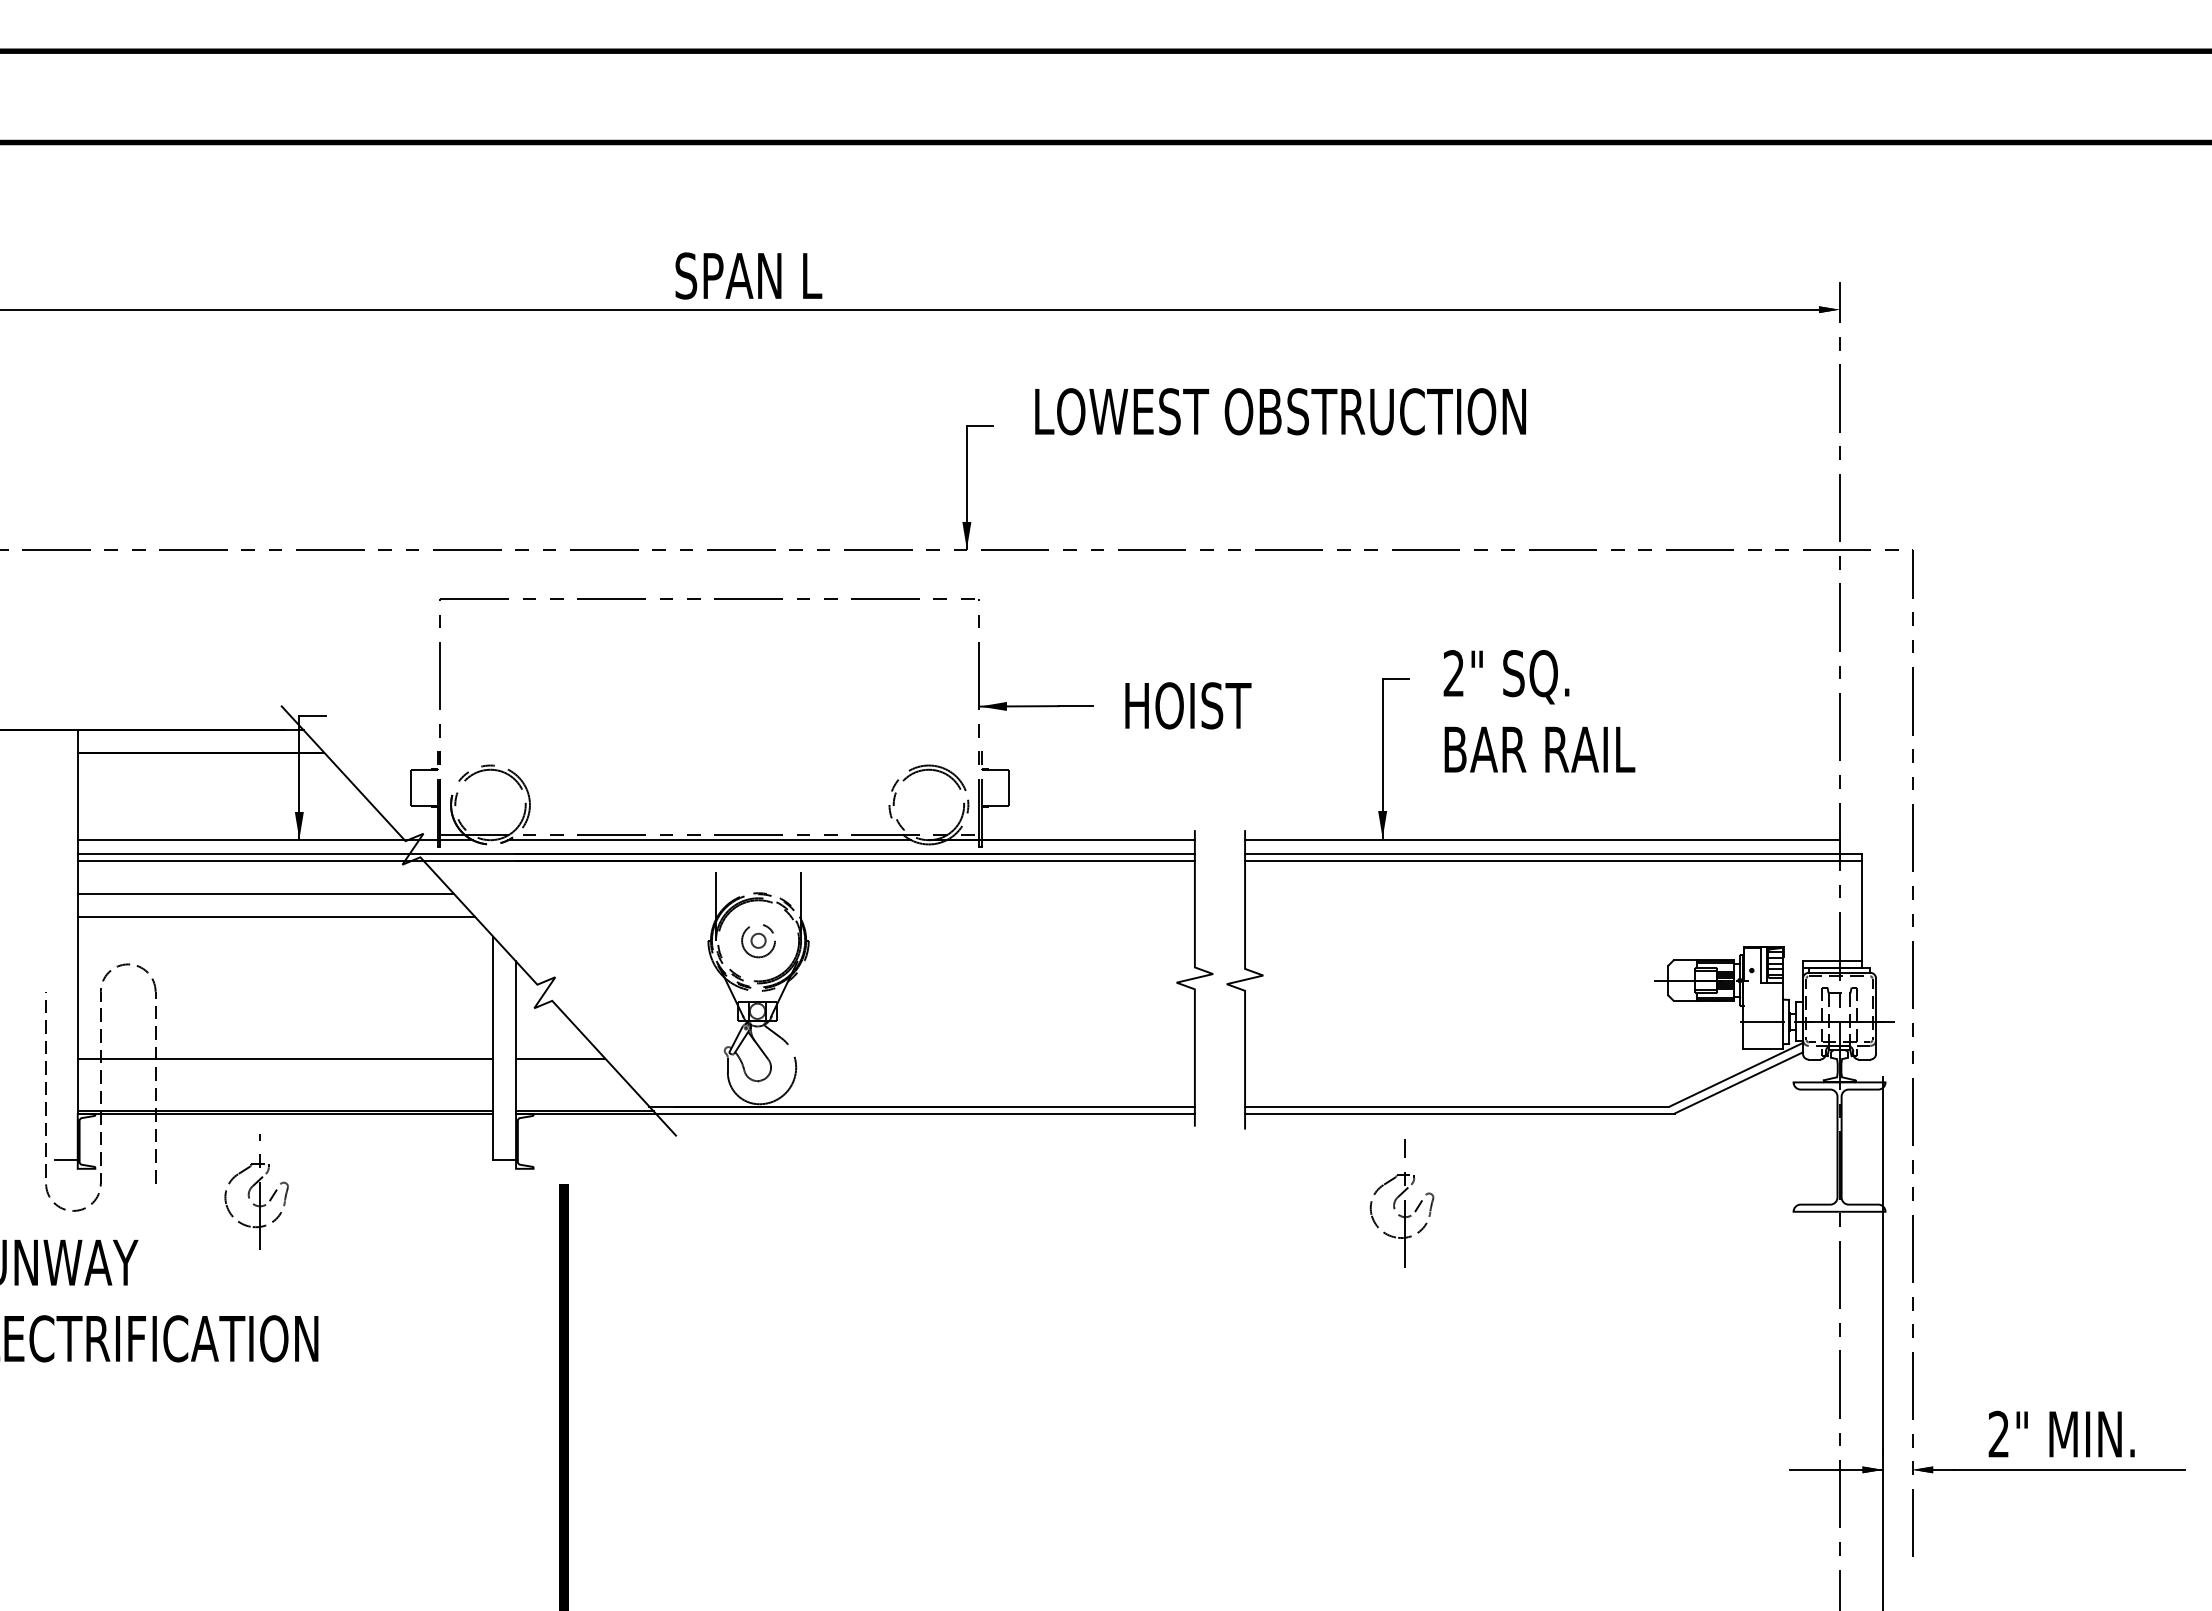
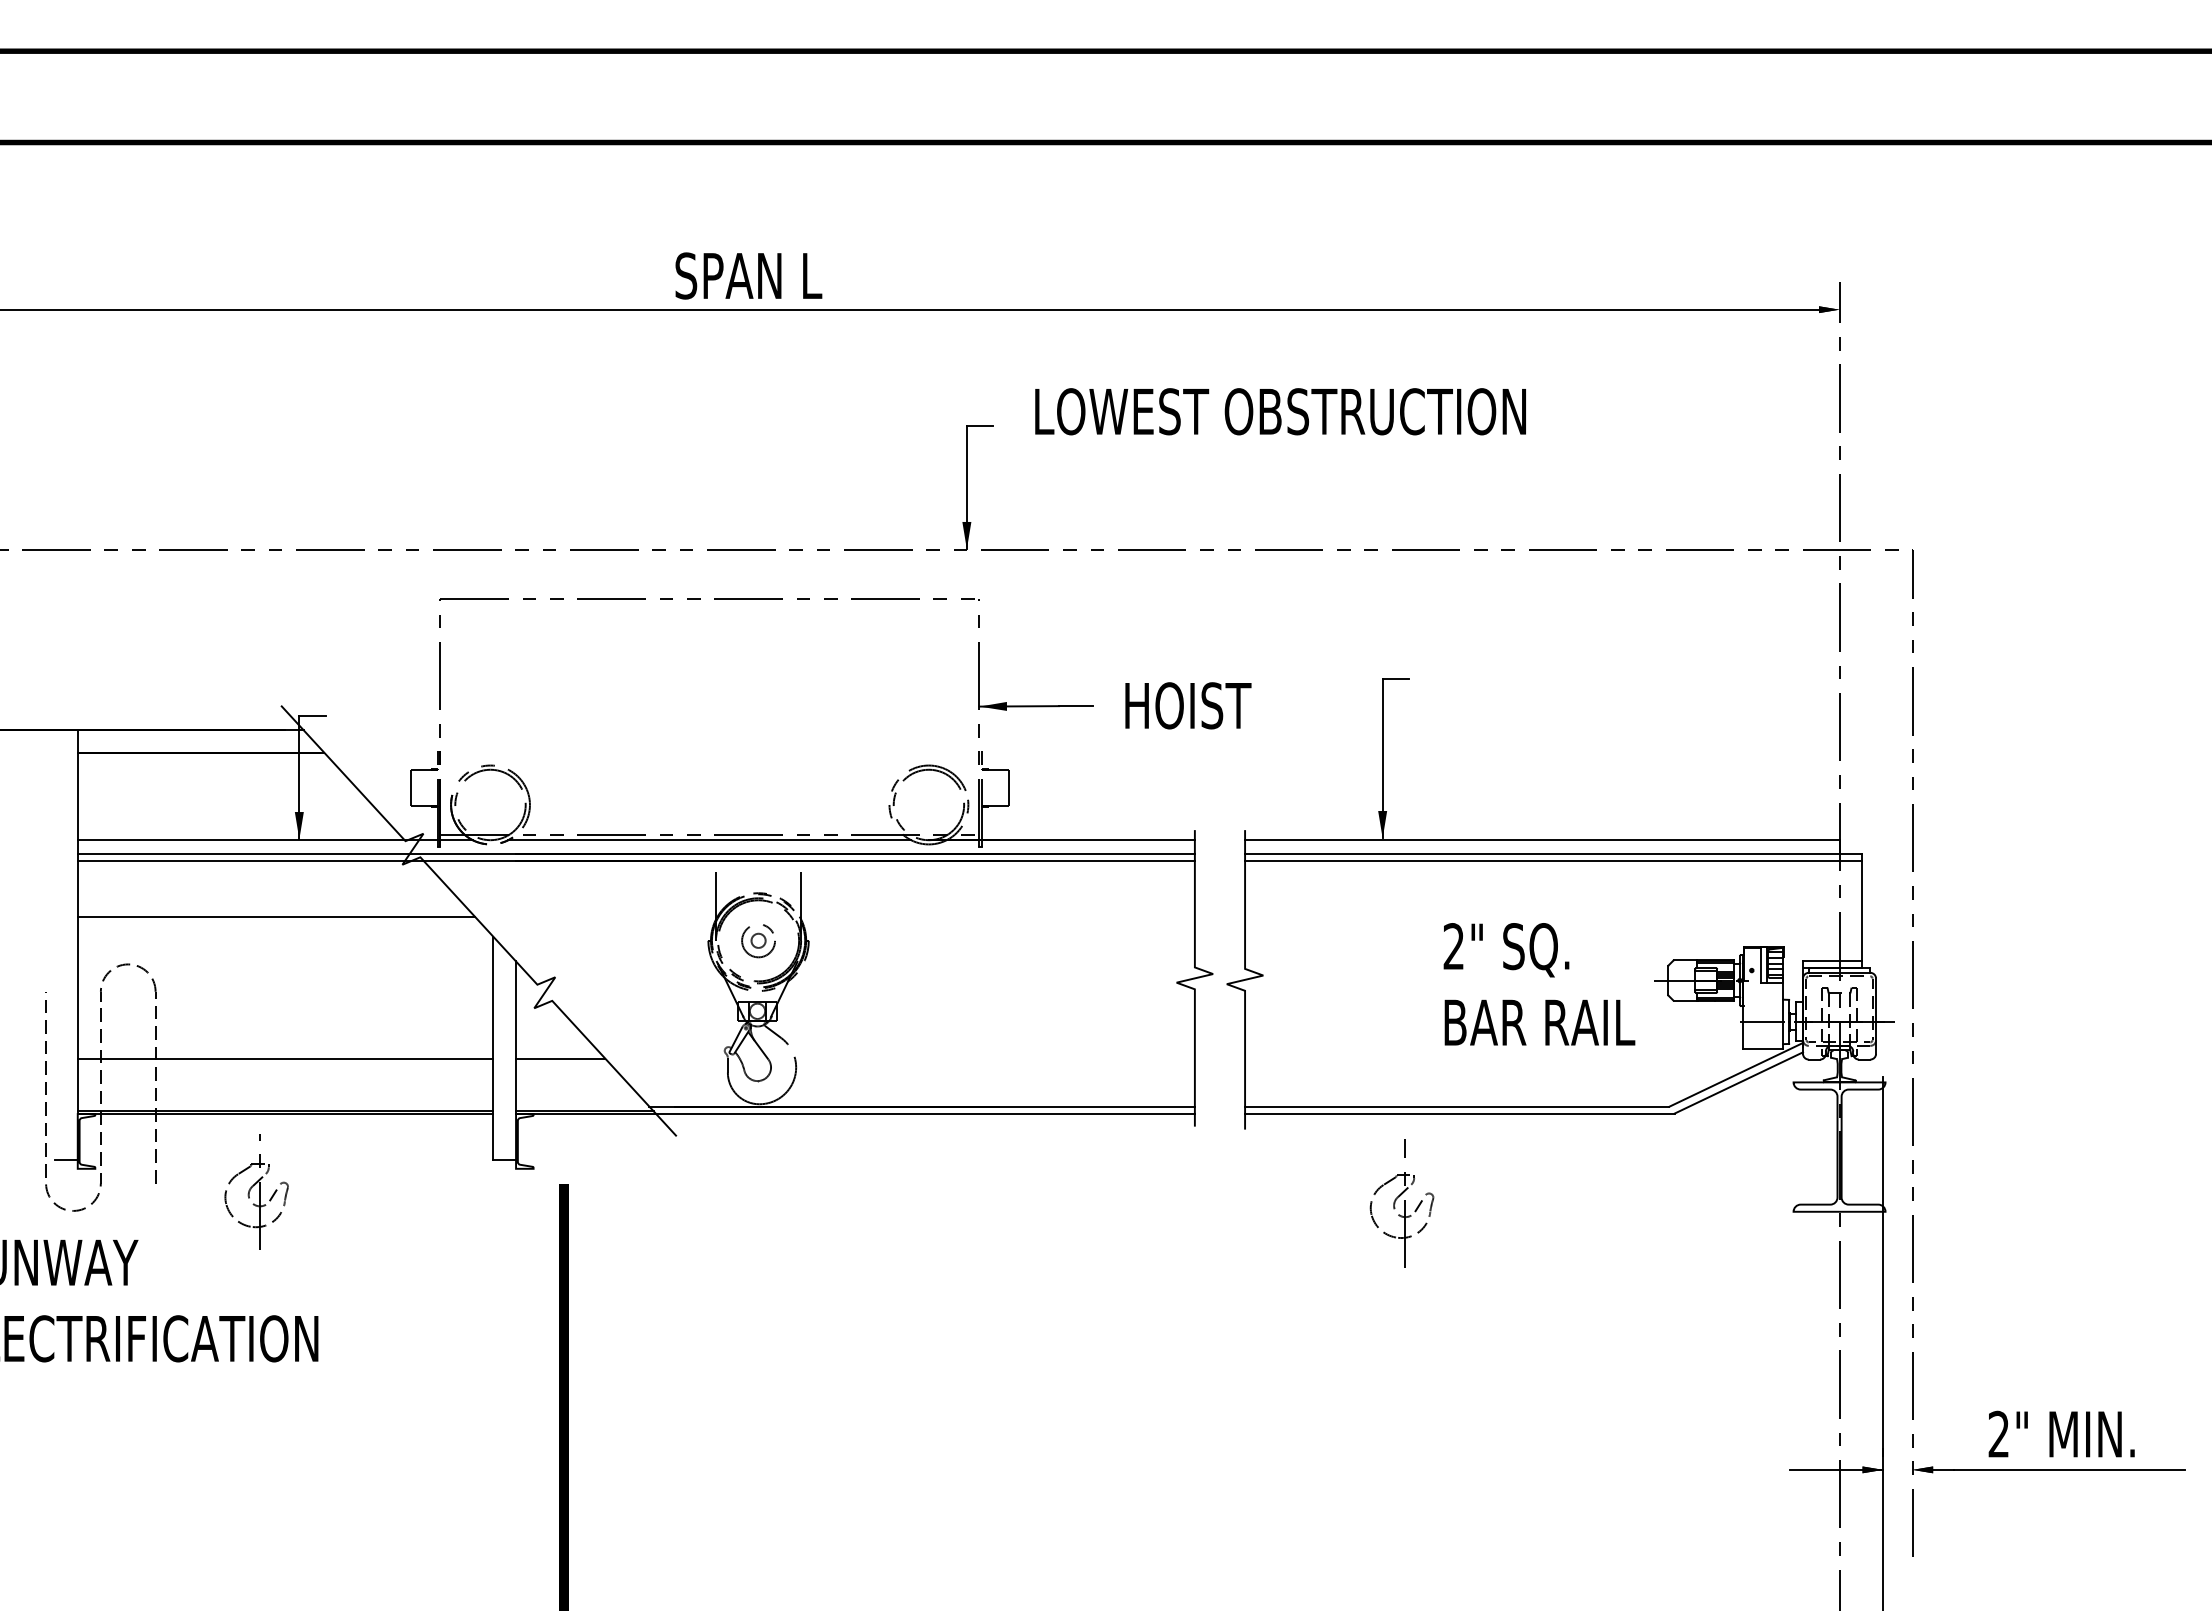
text at (1539, 711) position: (1539, 711) -> (1539, 984)
line at (265, 894): present -> none
